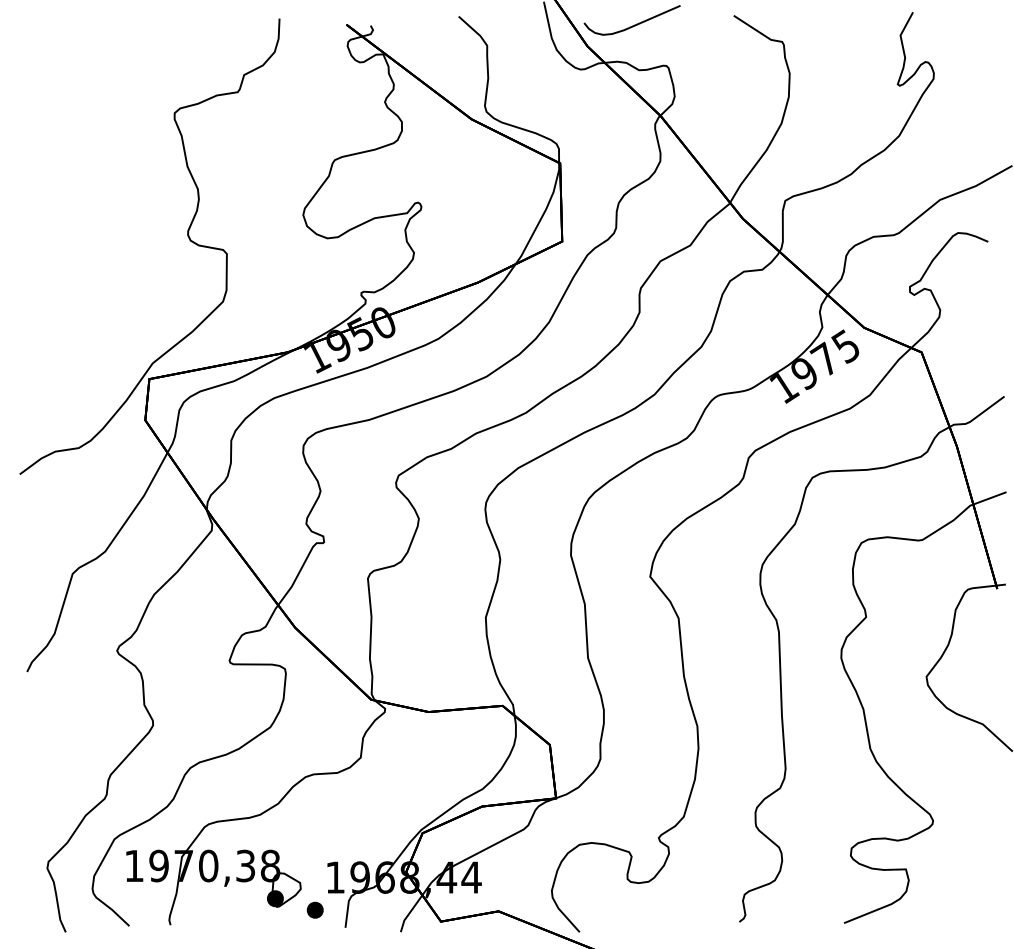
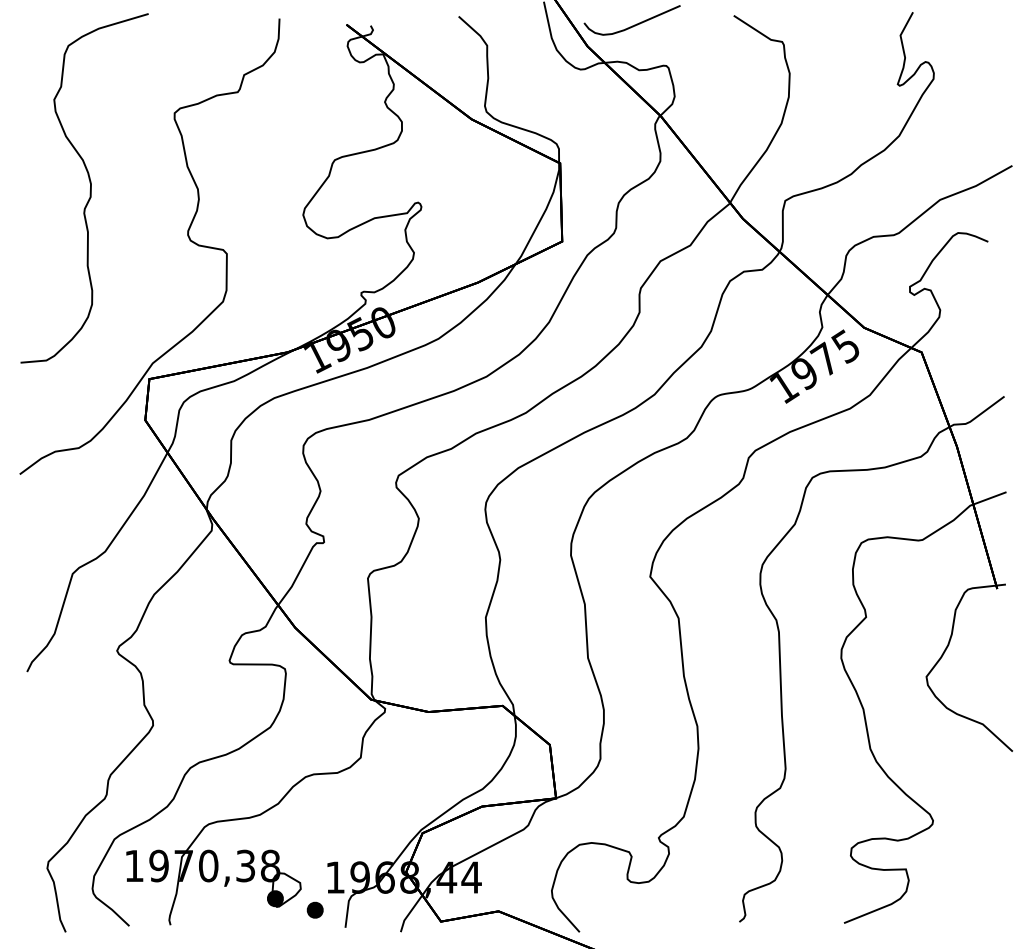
curve at (89, 191): none -> present
